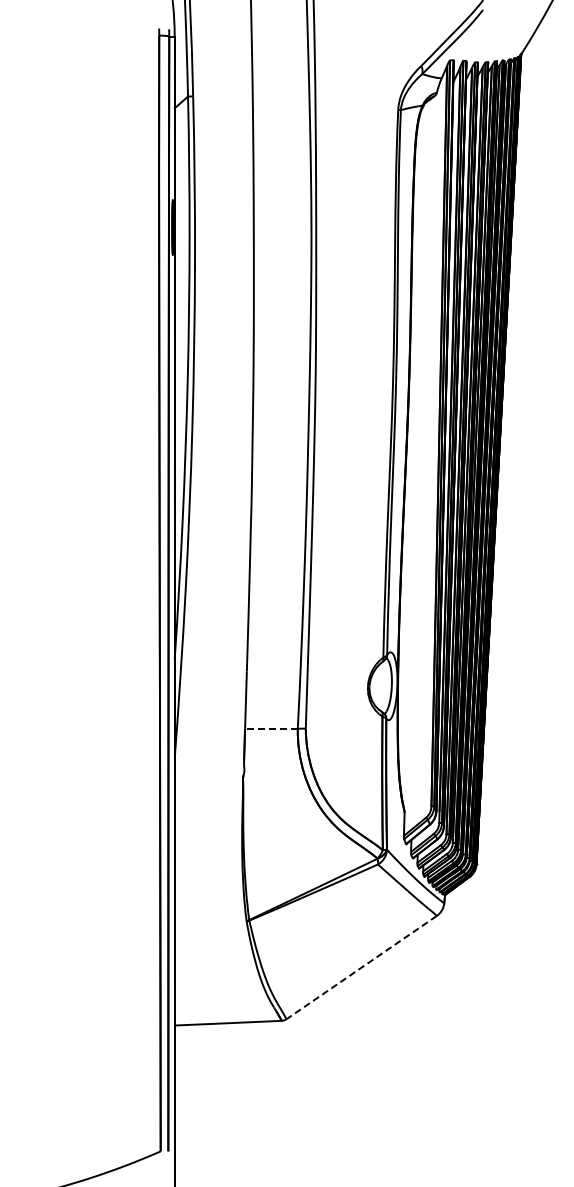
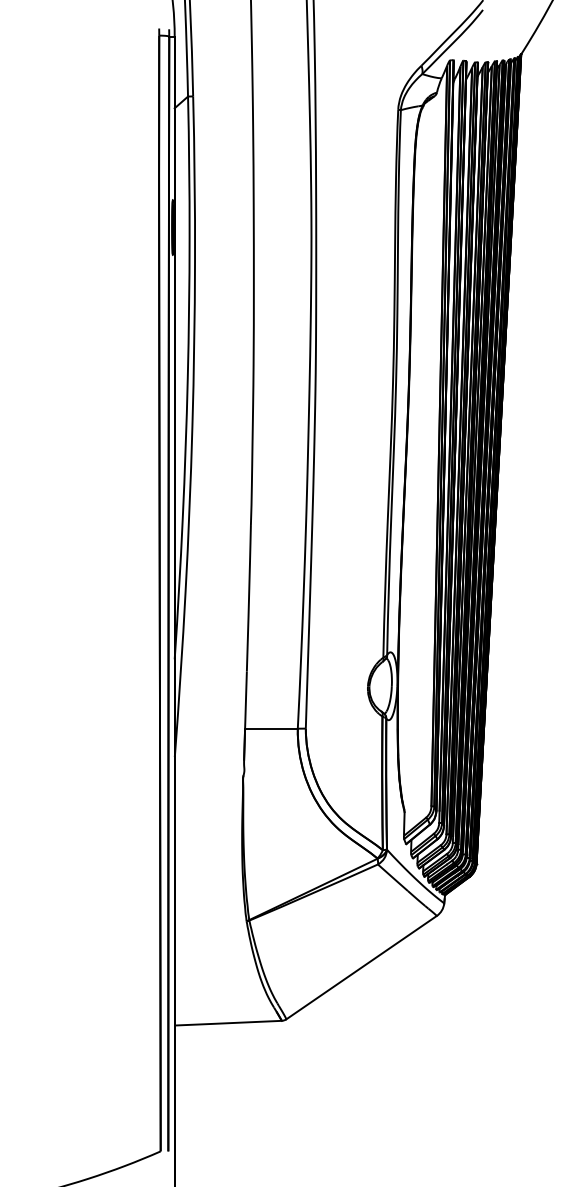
line at (270, 728): dashed -> solid
line at (361, 967): dashed -> solid
